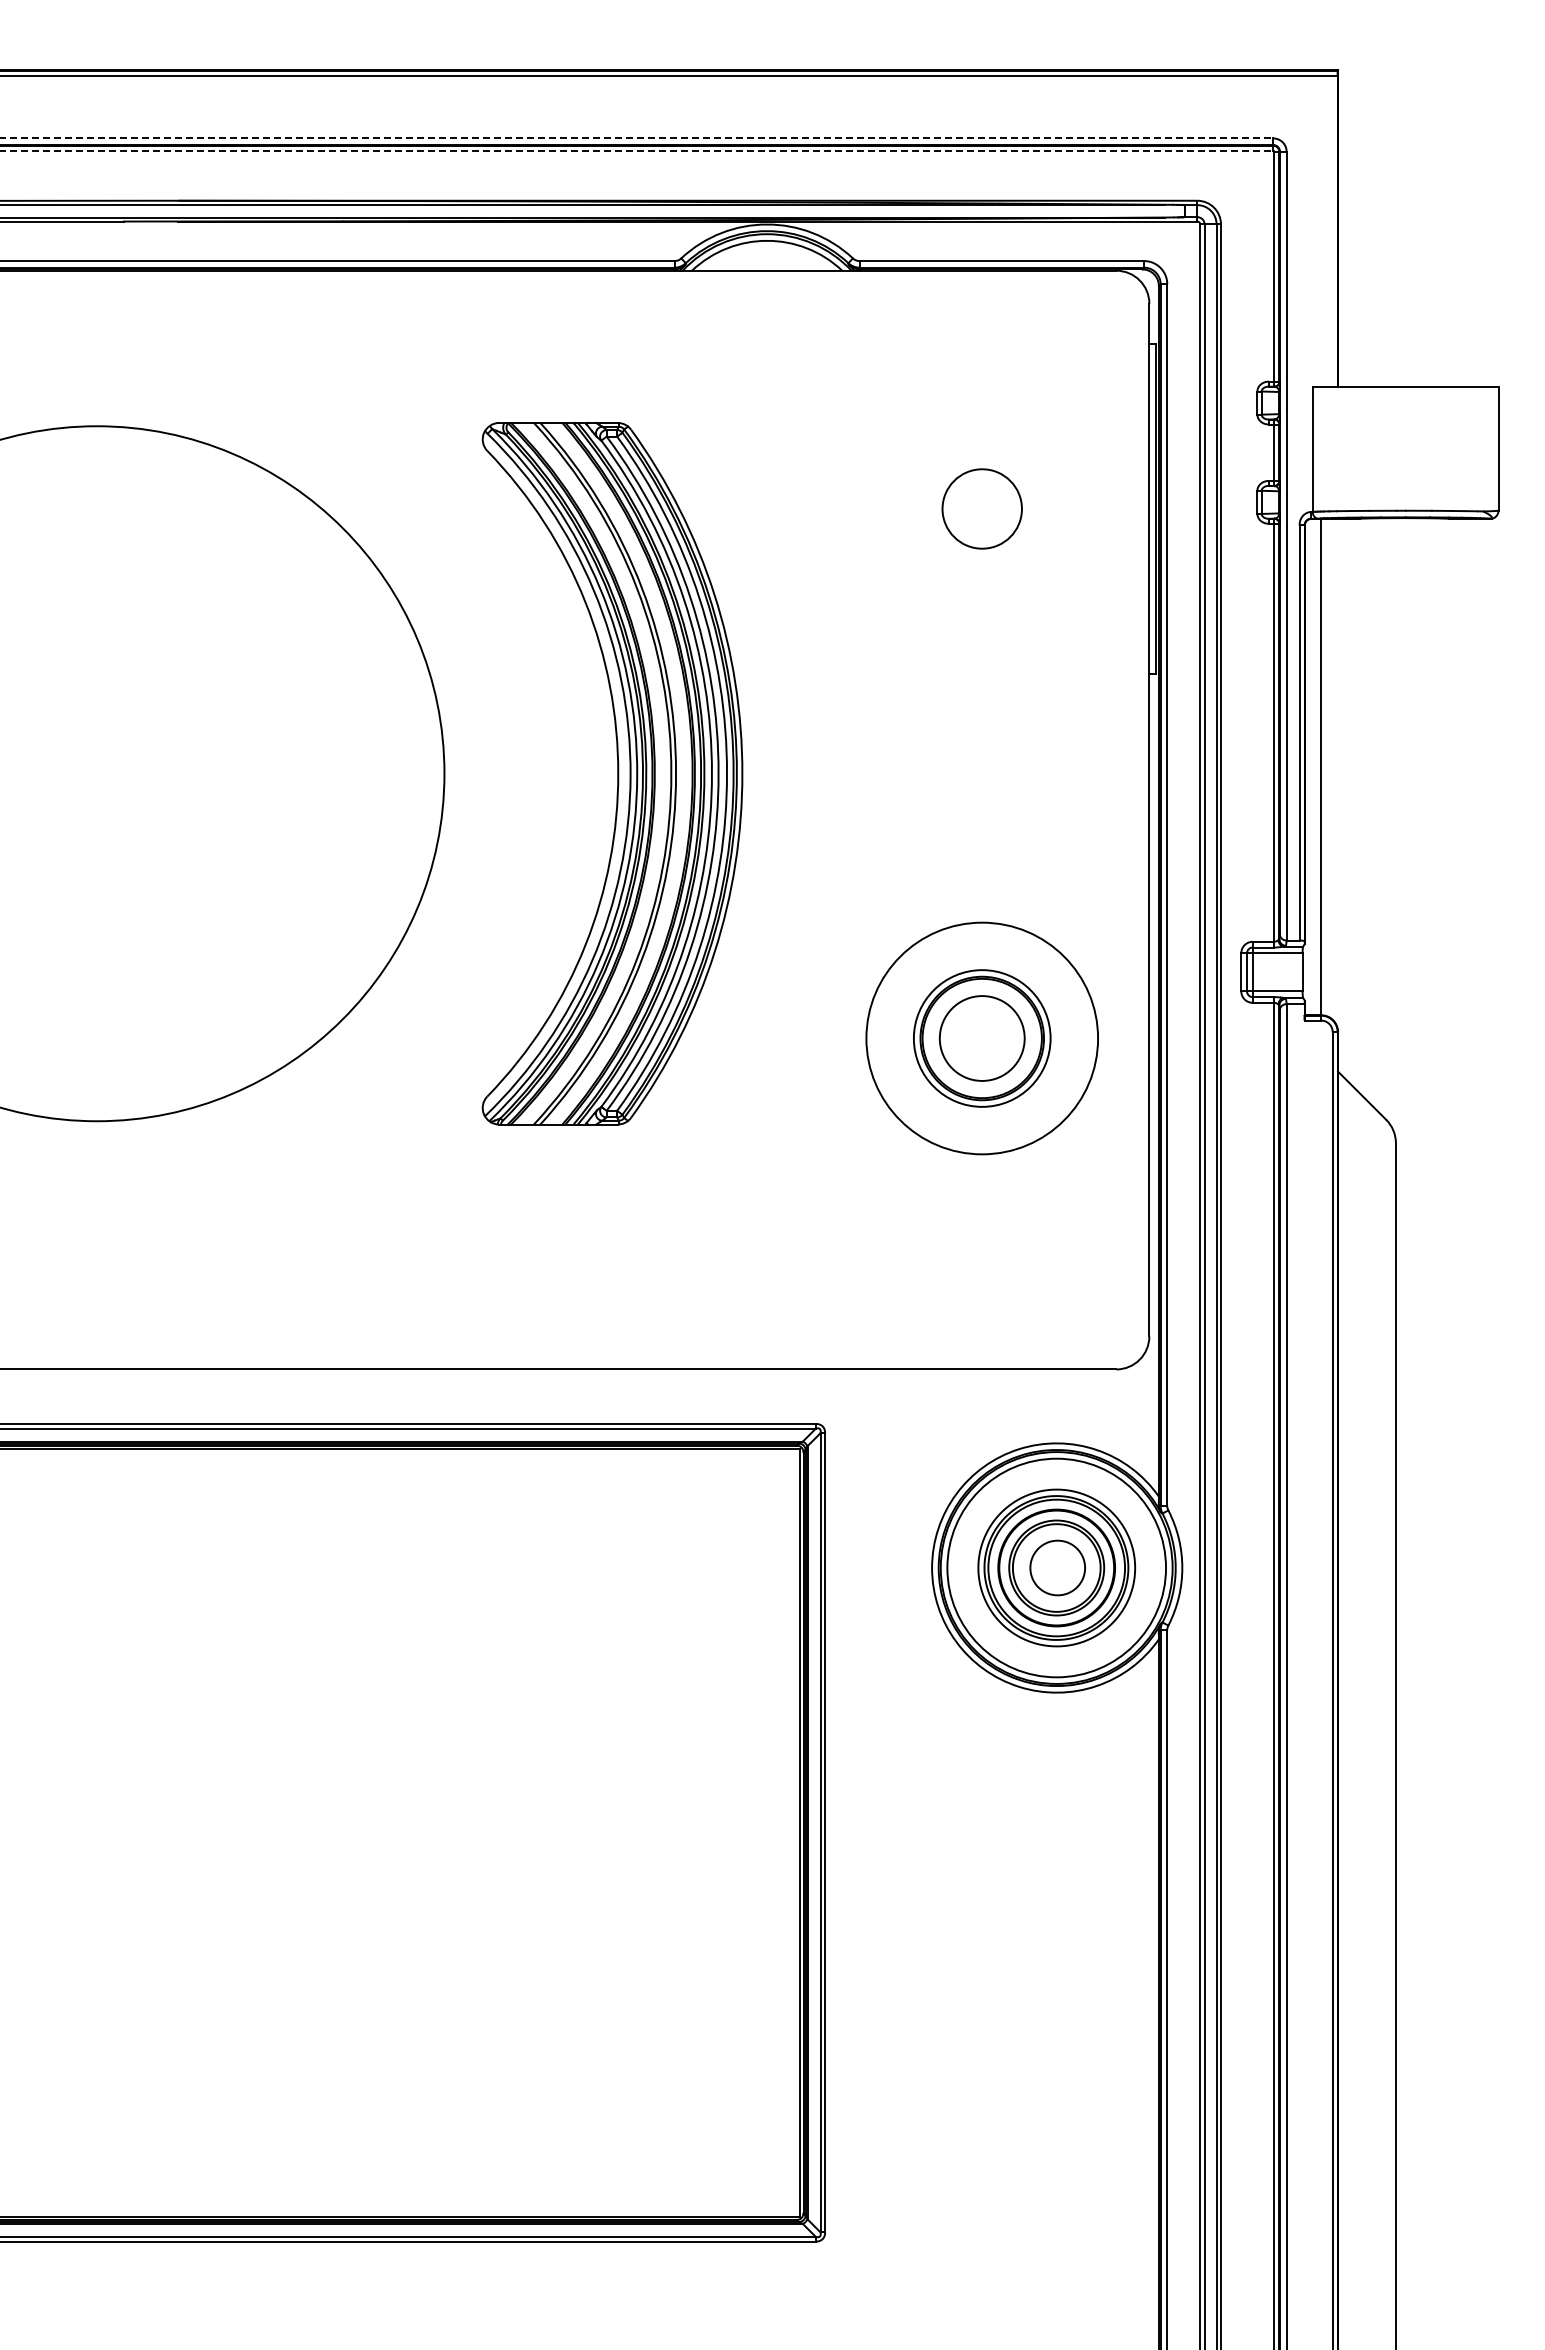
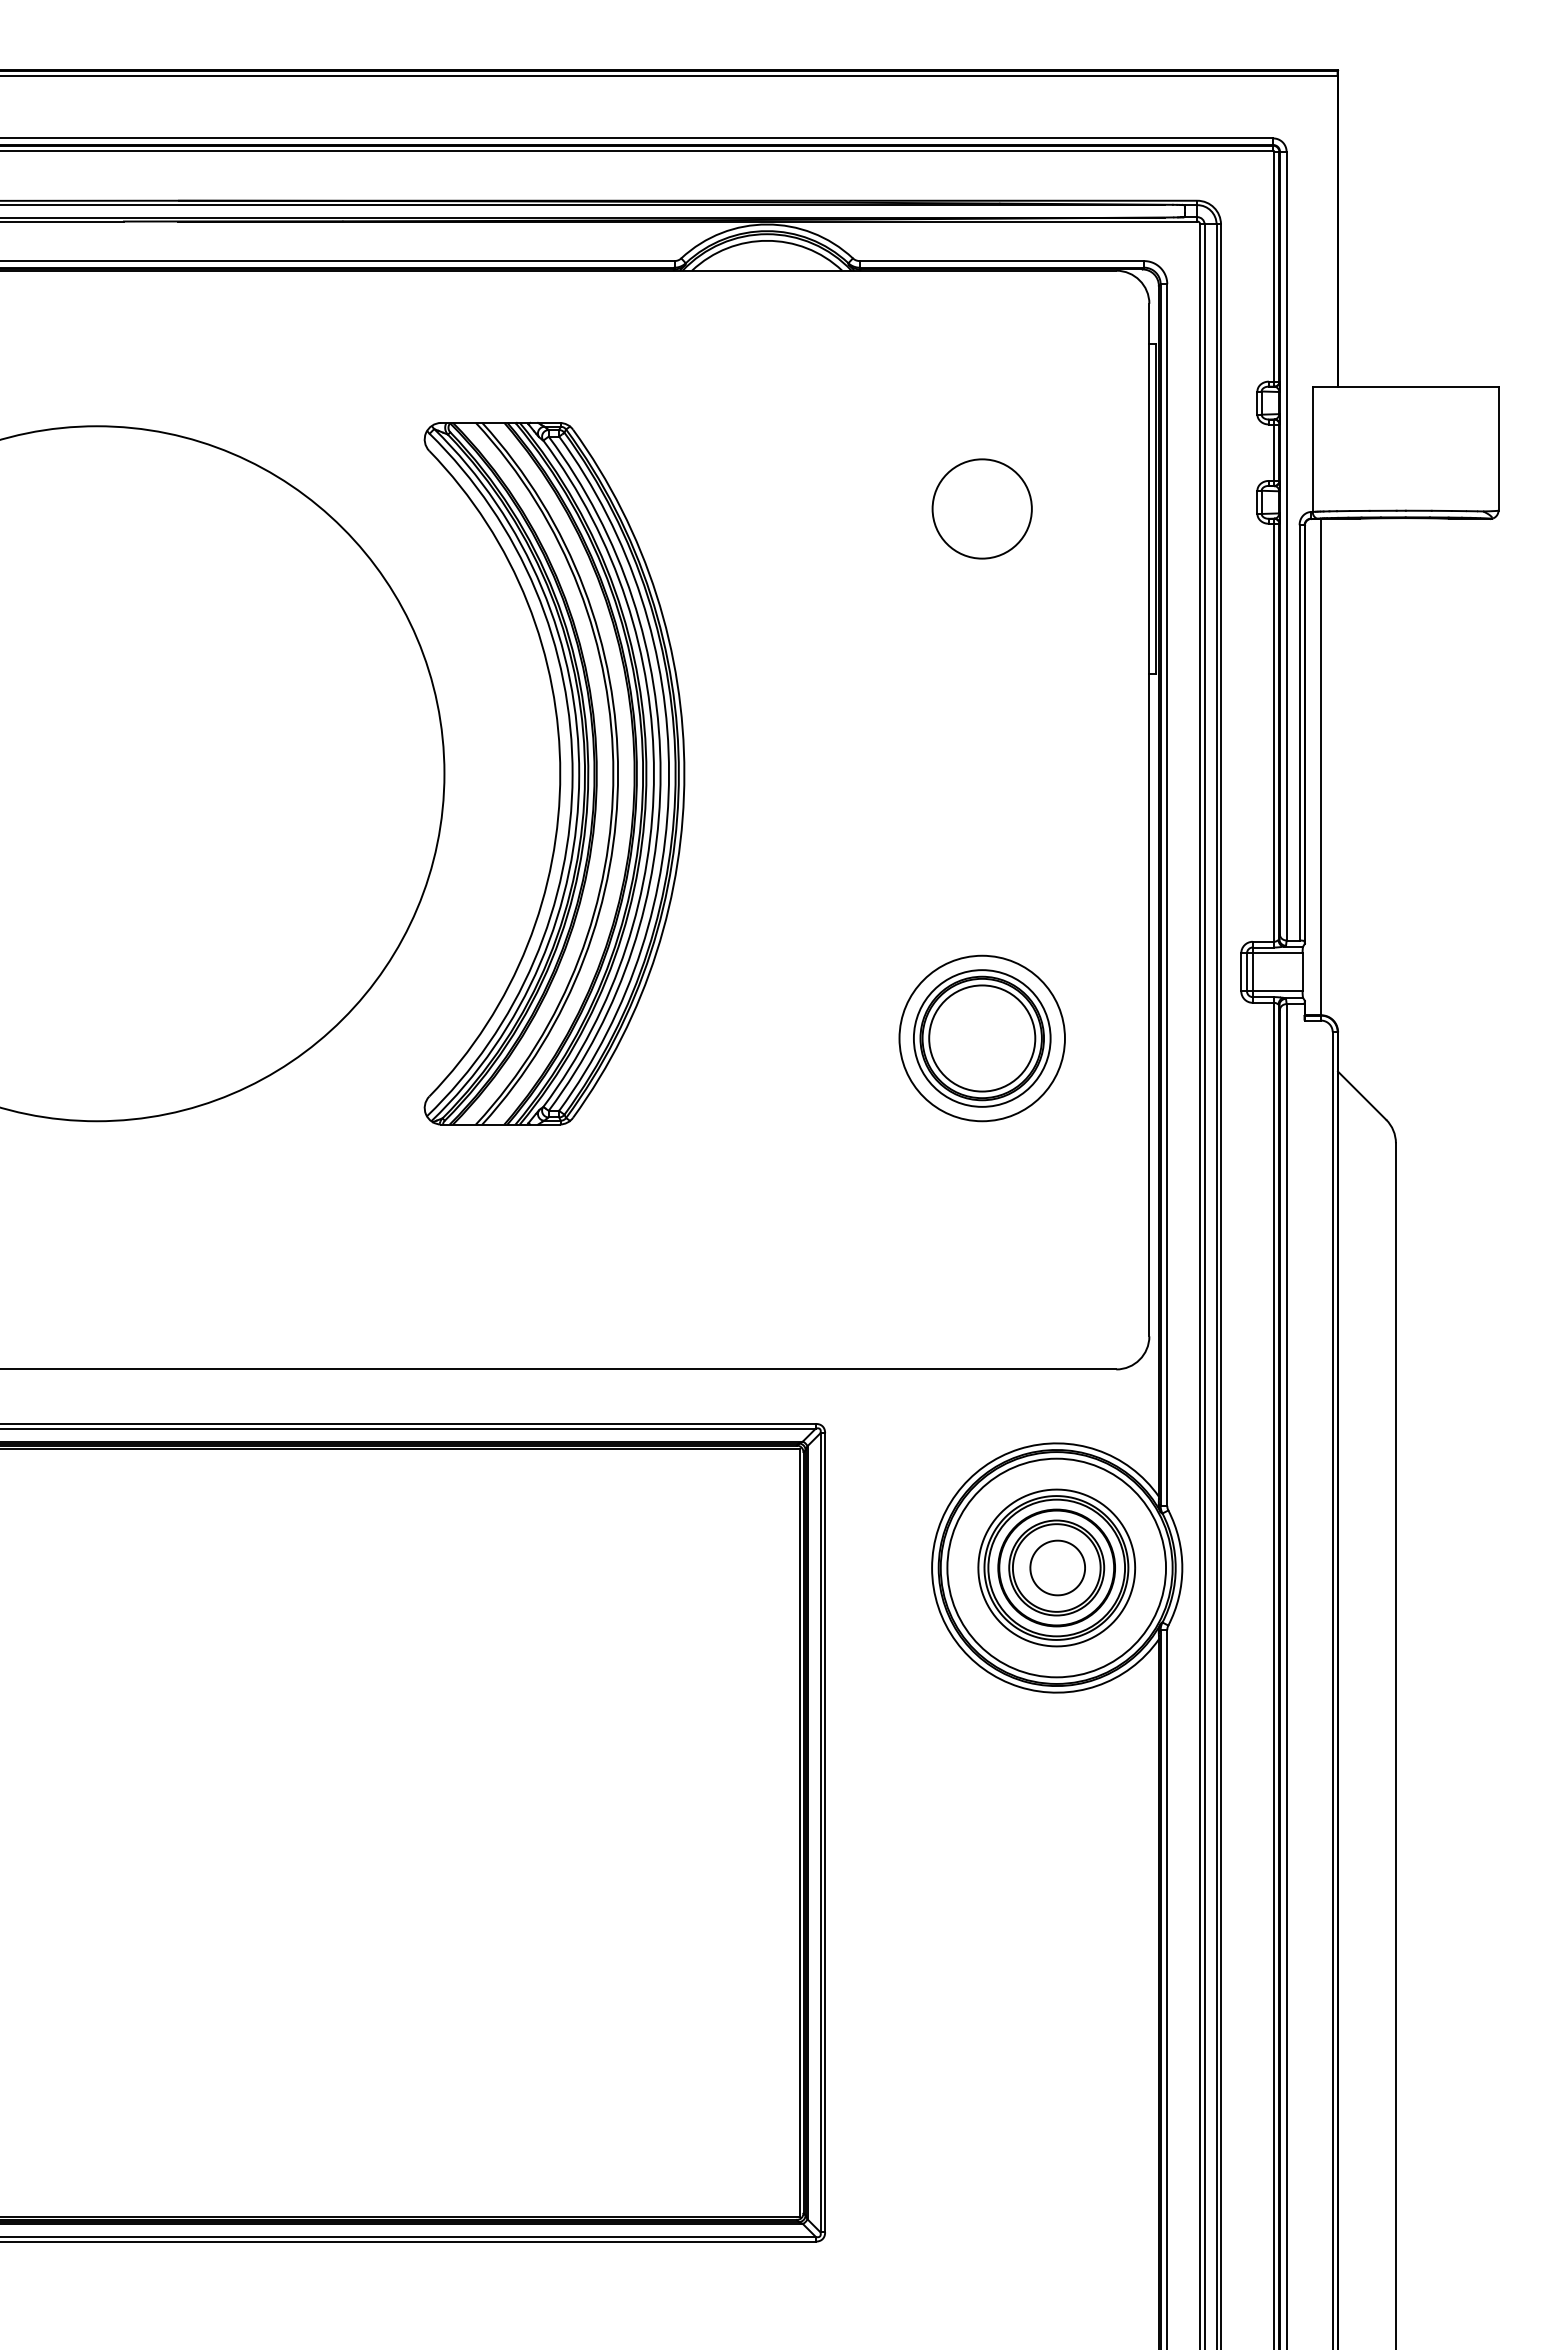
line at (637, 138): dashed -> solid
line at (636, 150): dashed -> solid
circle at (981, 508) diameter: 79 px -> 99 px
part at (612, 773) position: (612, 773) -> (554, 773)
circle at (981, 1038) diameter: 85 px -> 106 px
circle at (982, 1038) diameter: 232 px -> 165 px
